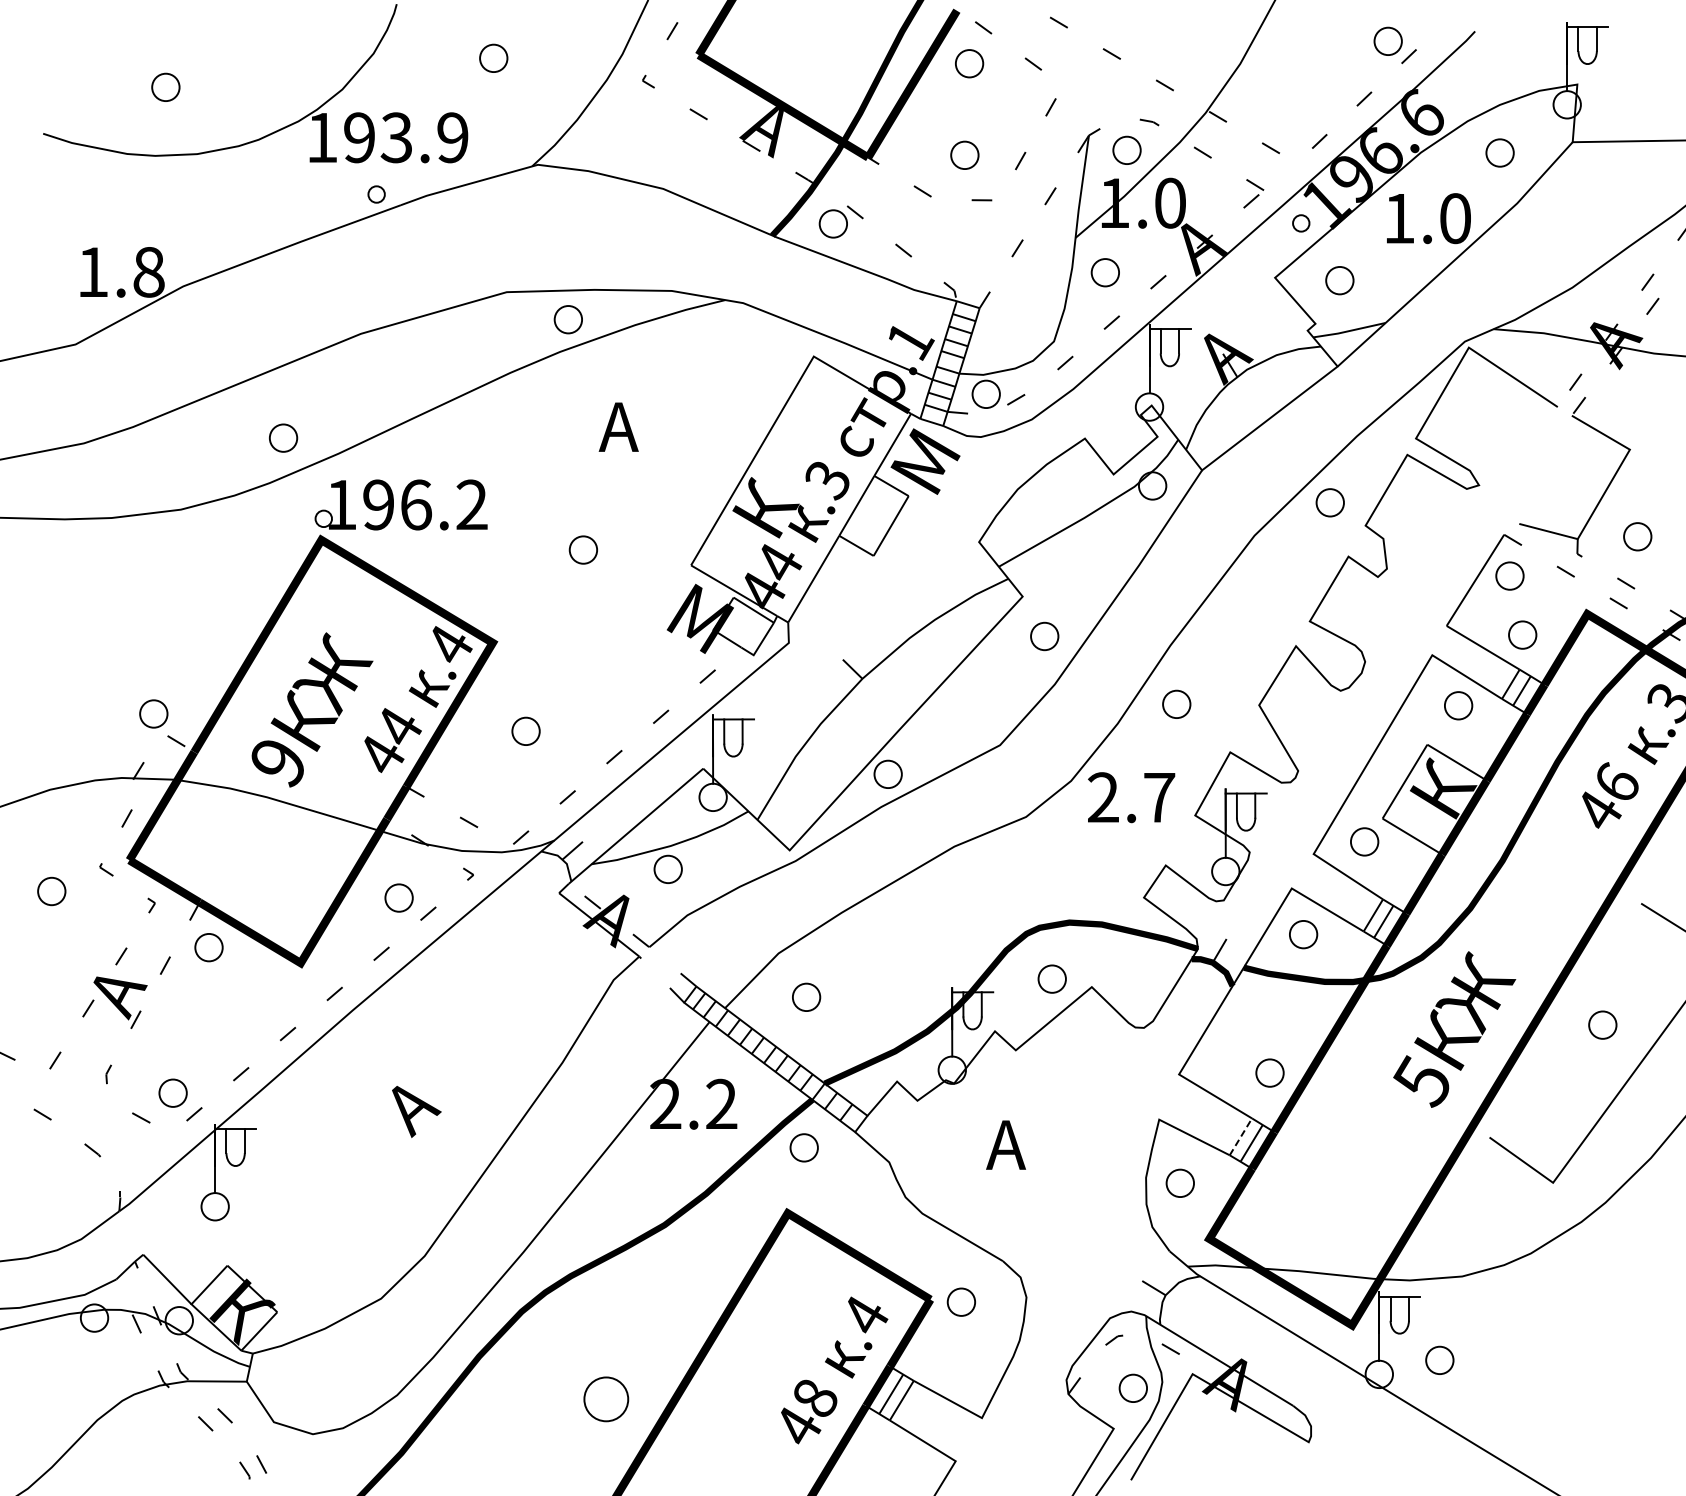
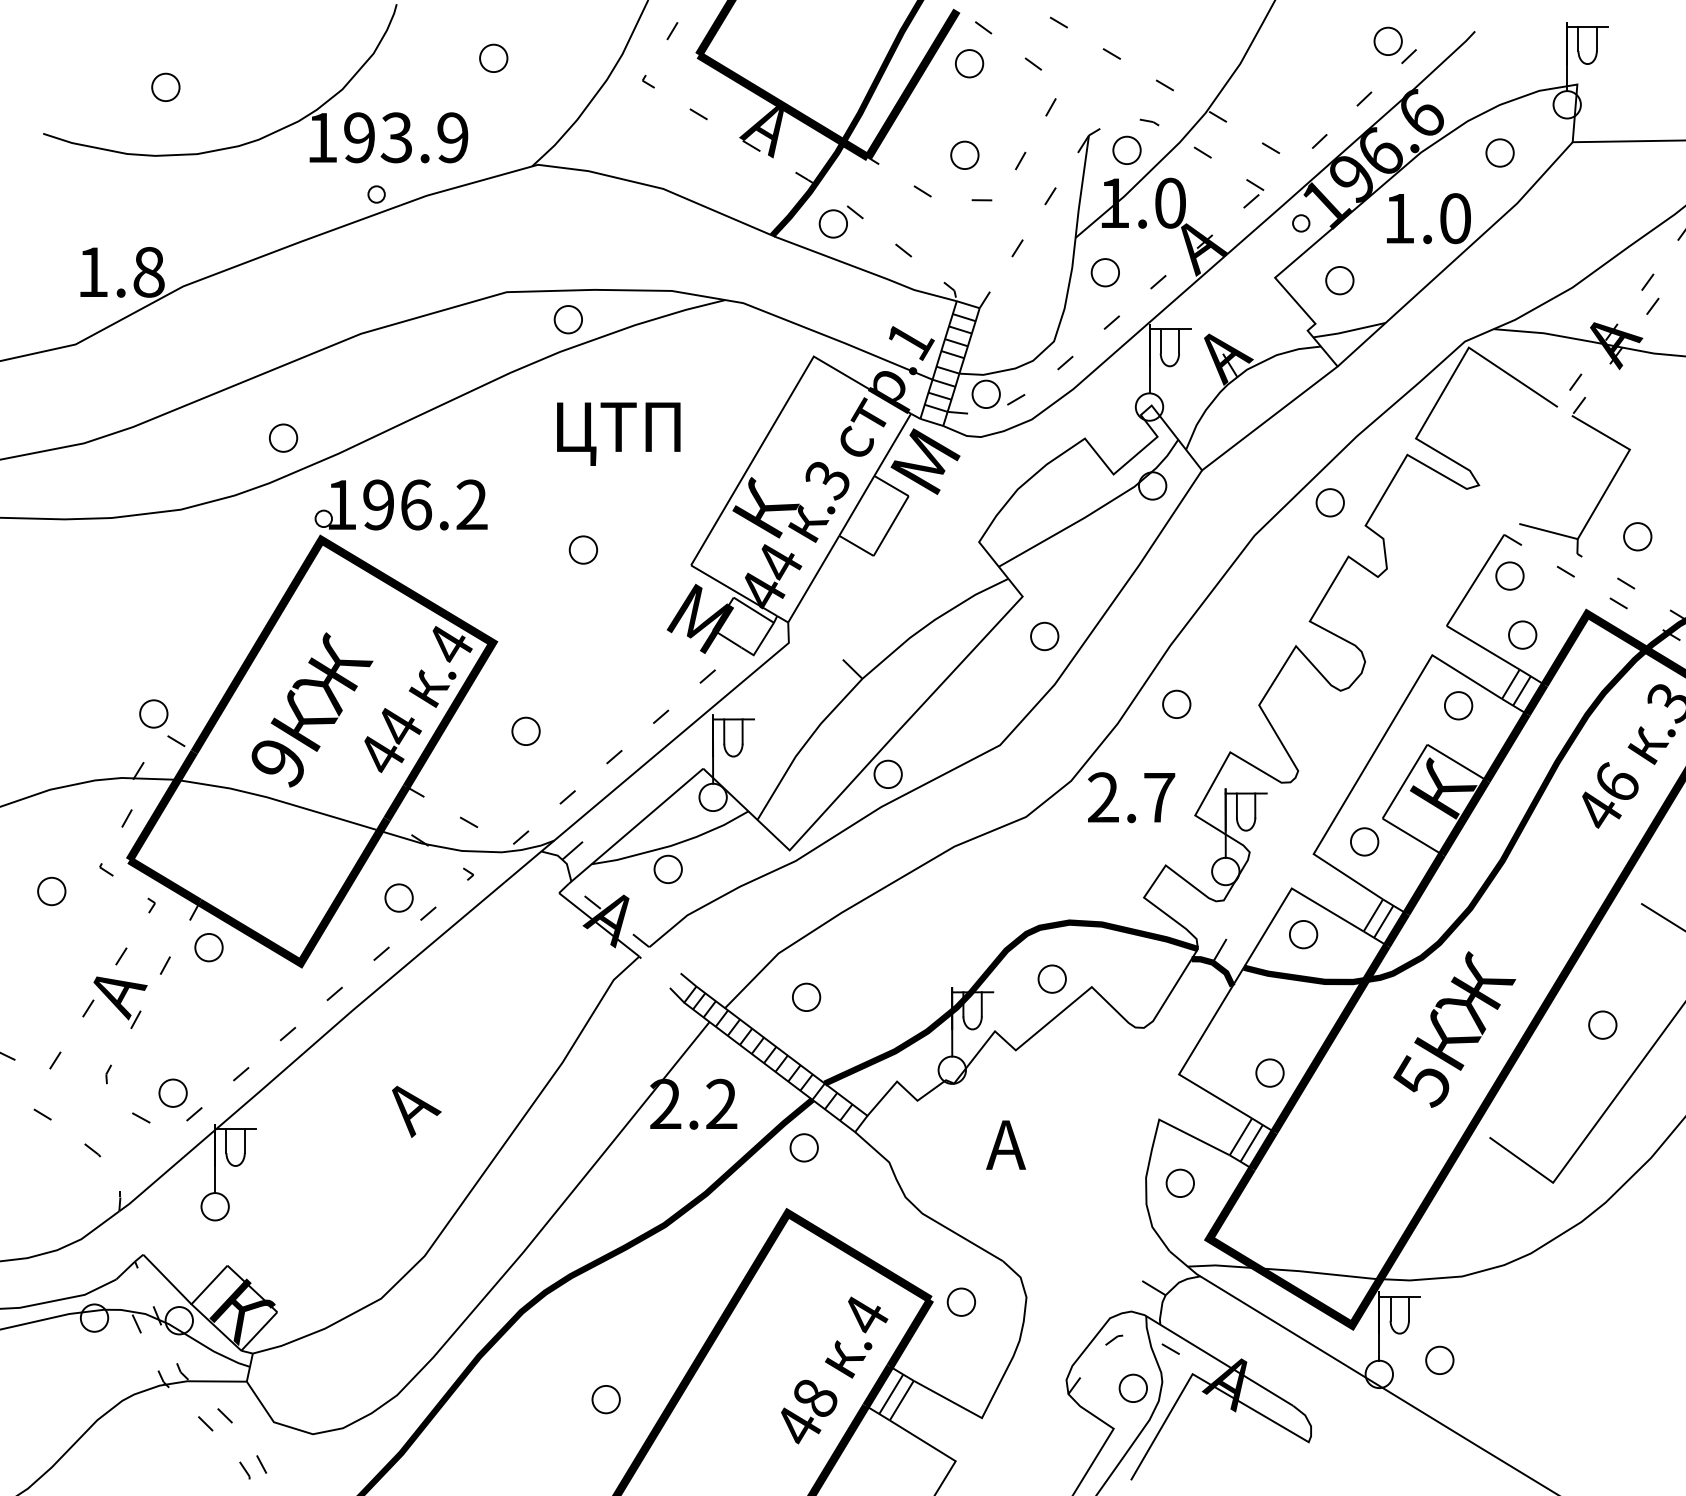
text at (618, 433): А -> ЦТП
line at (1240, 1136): dashed -> solid
part at (606, 1399) size: 47x47 px -> 30x30 px
